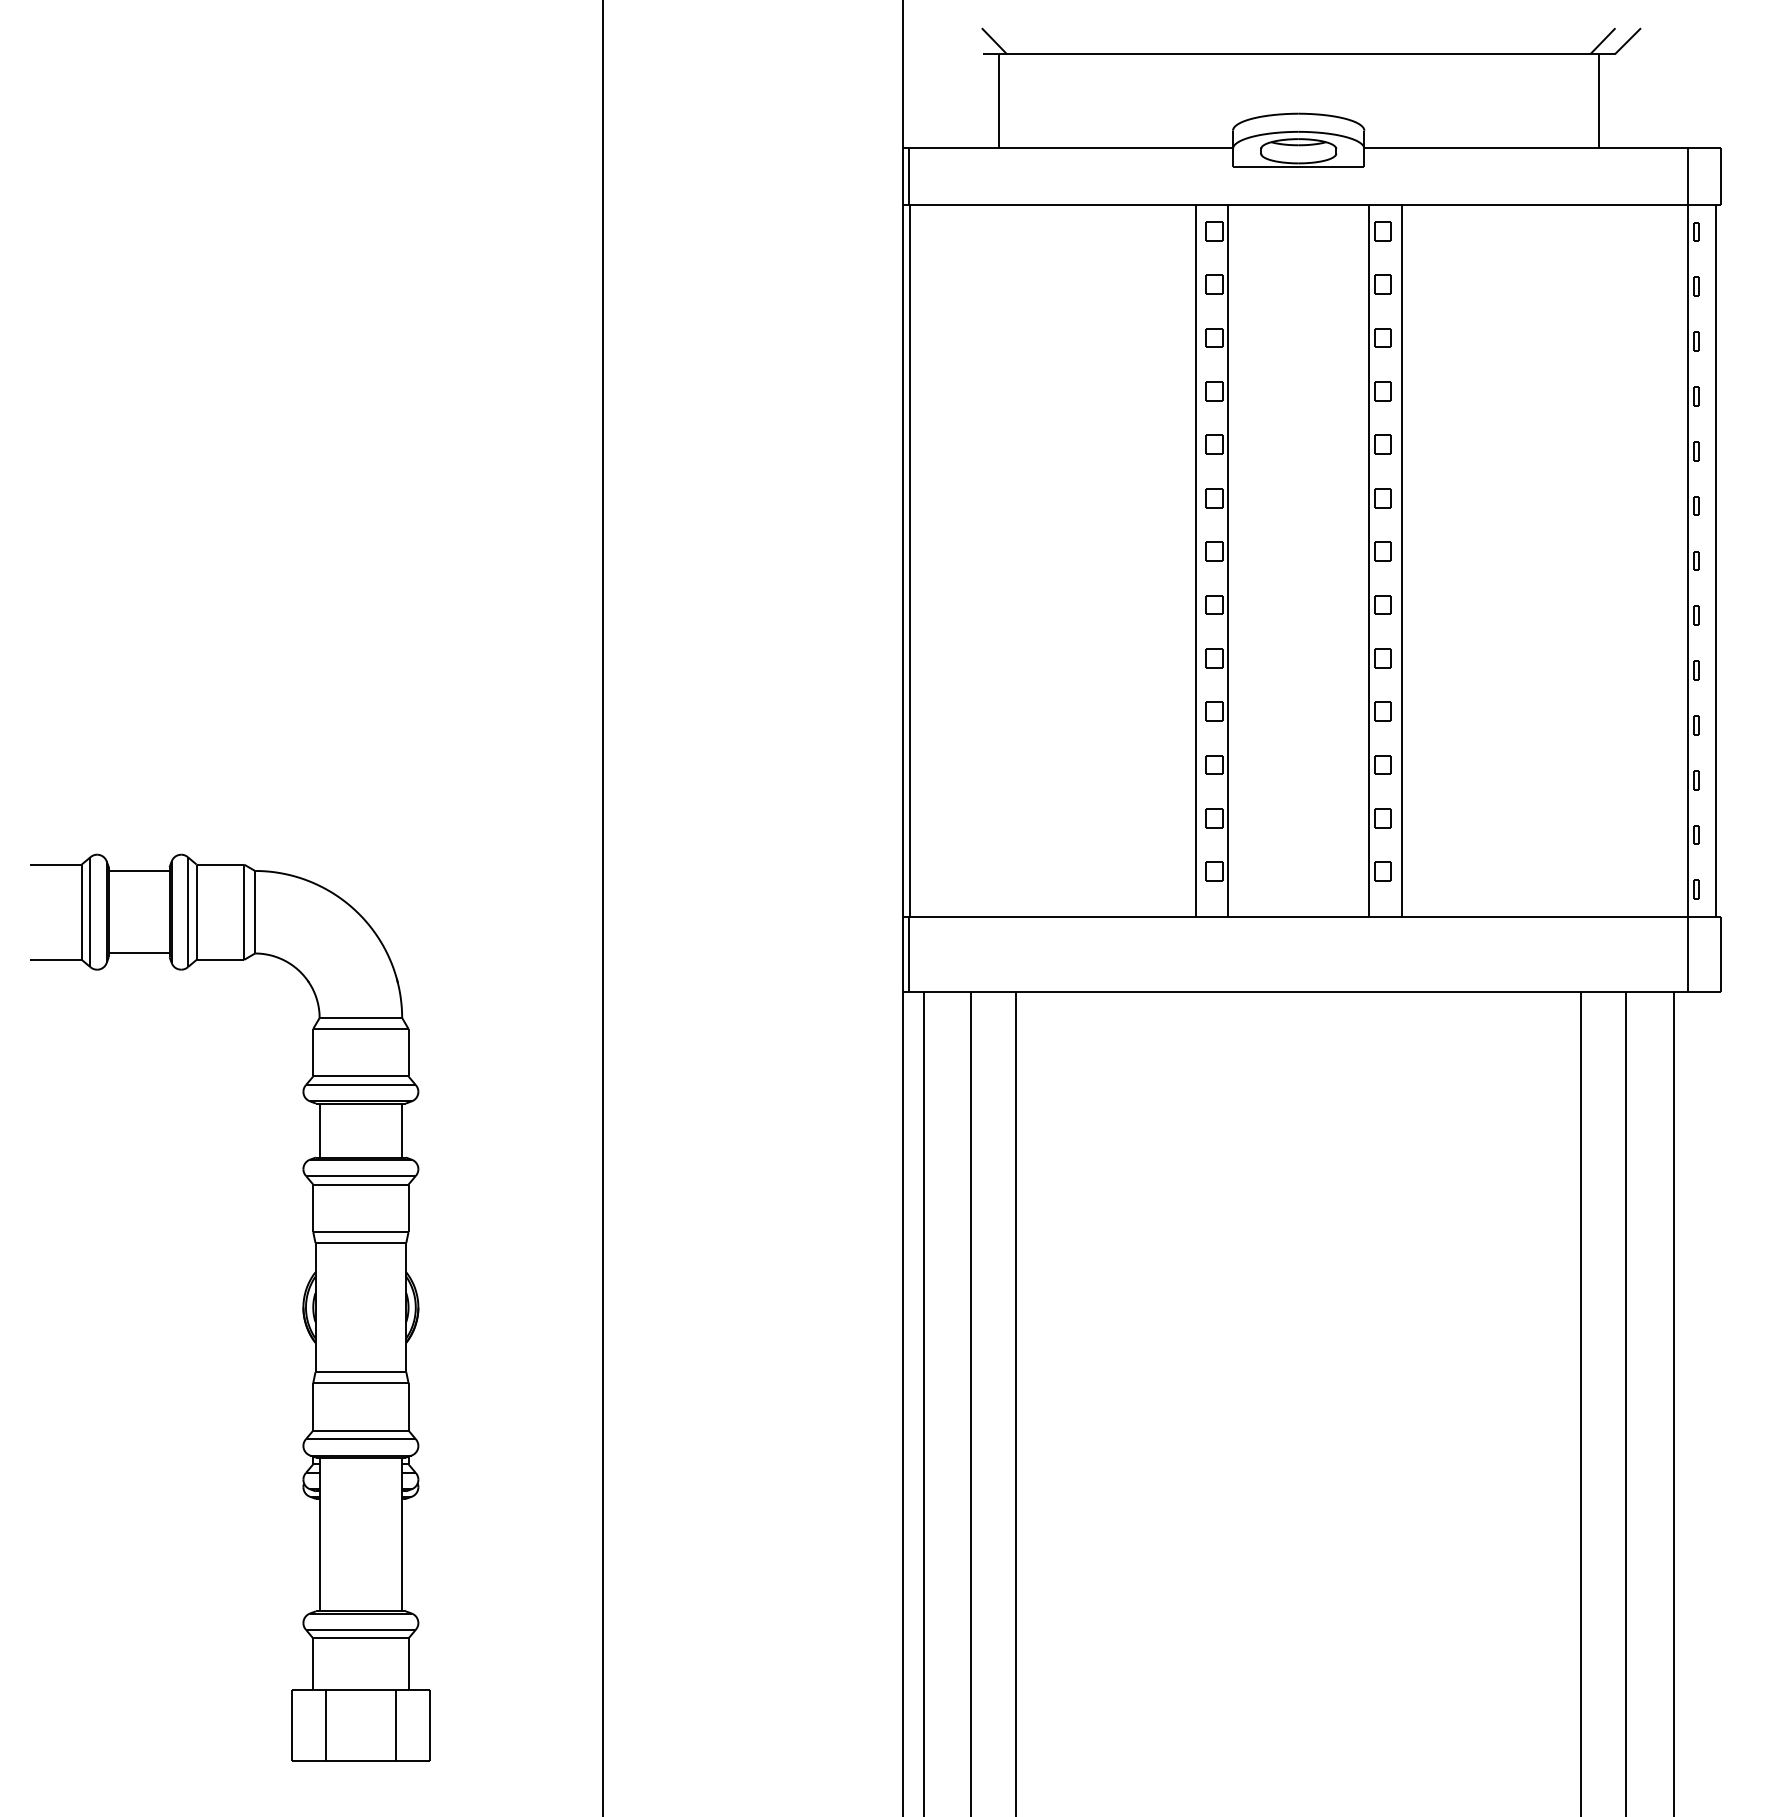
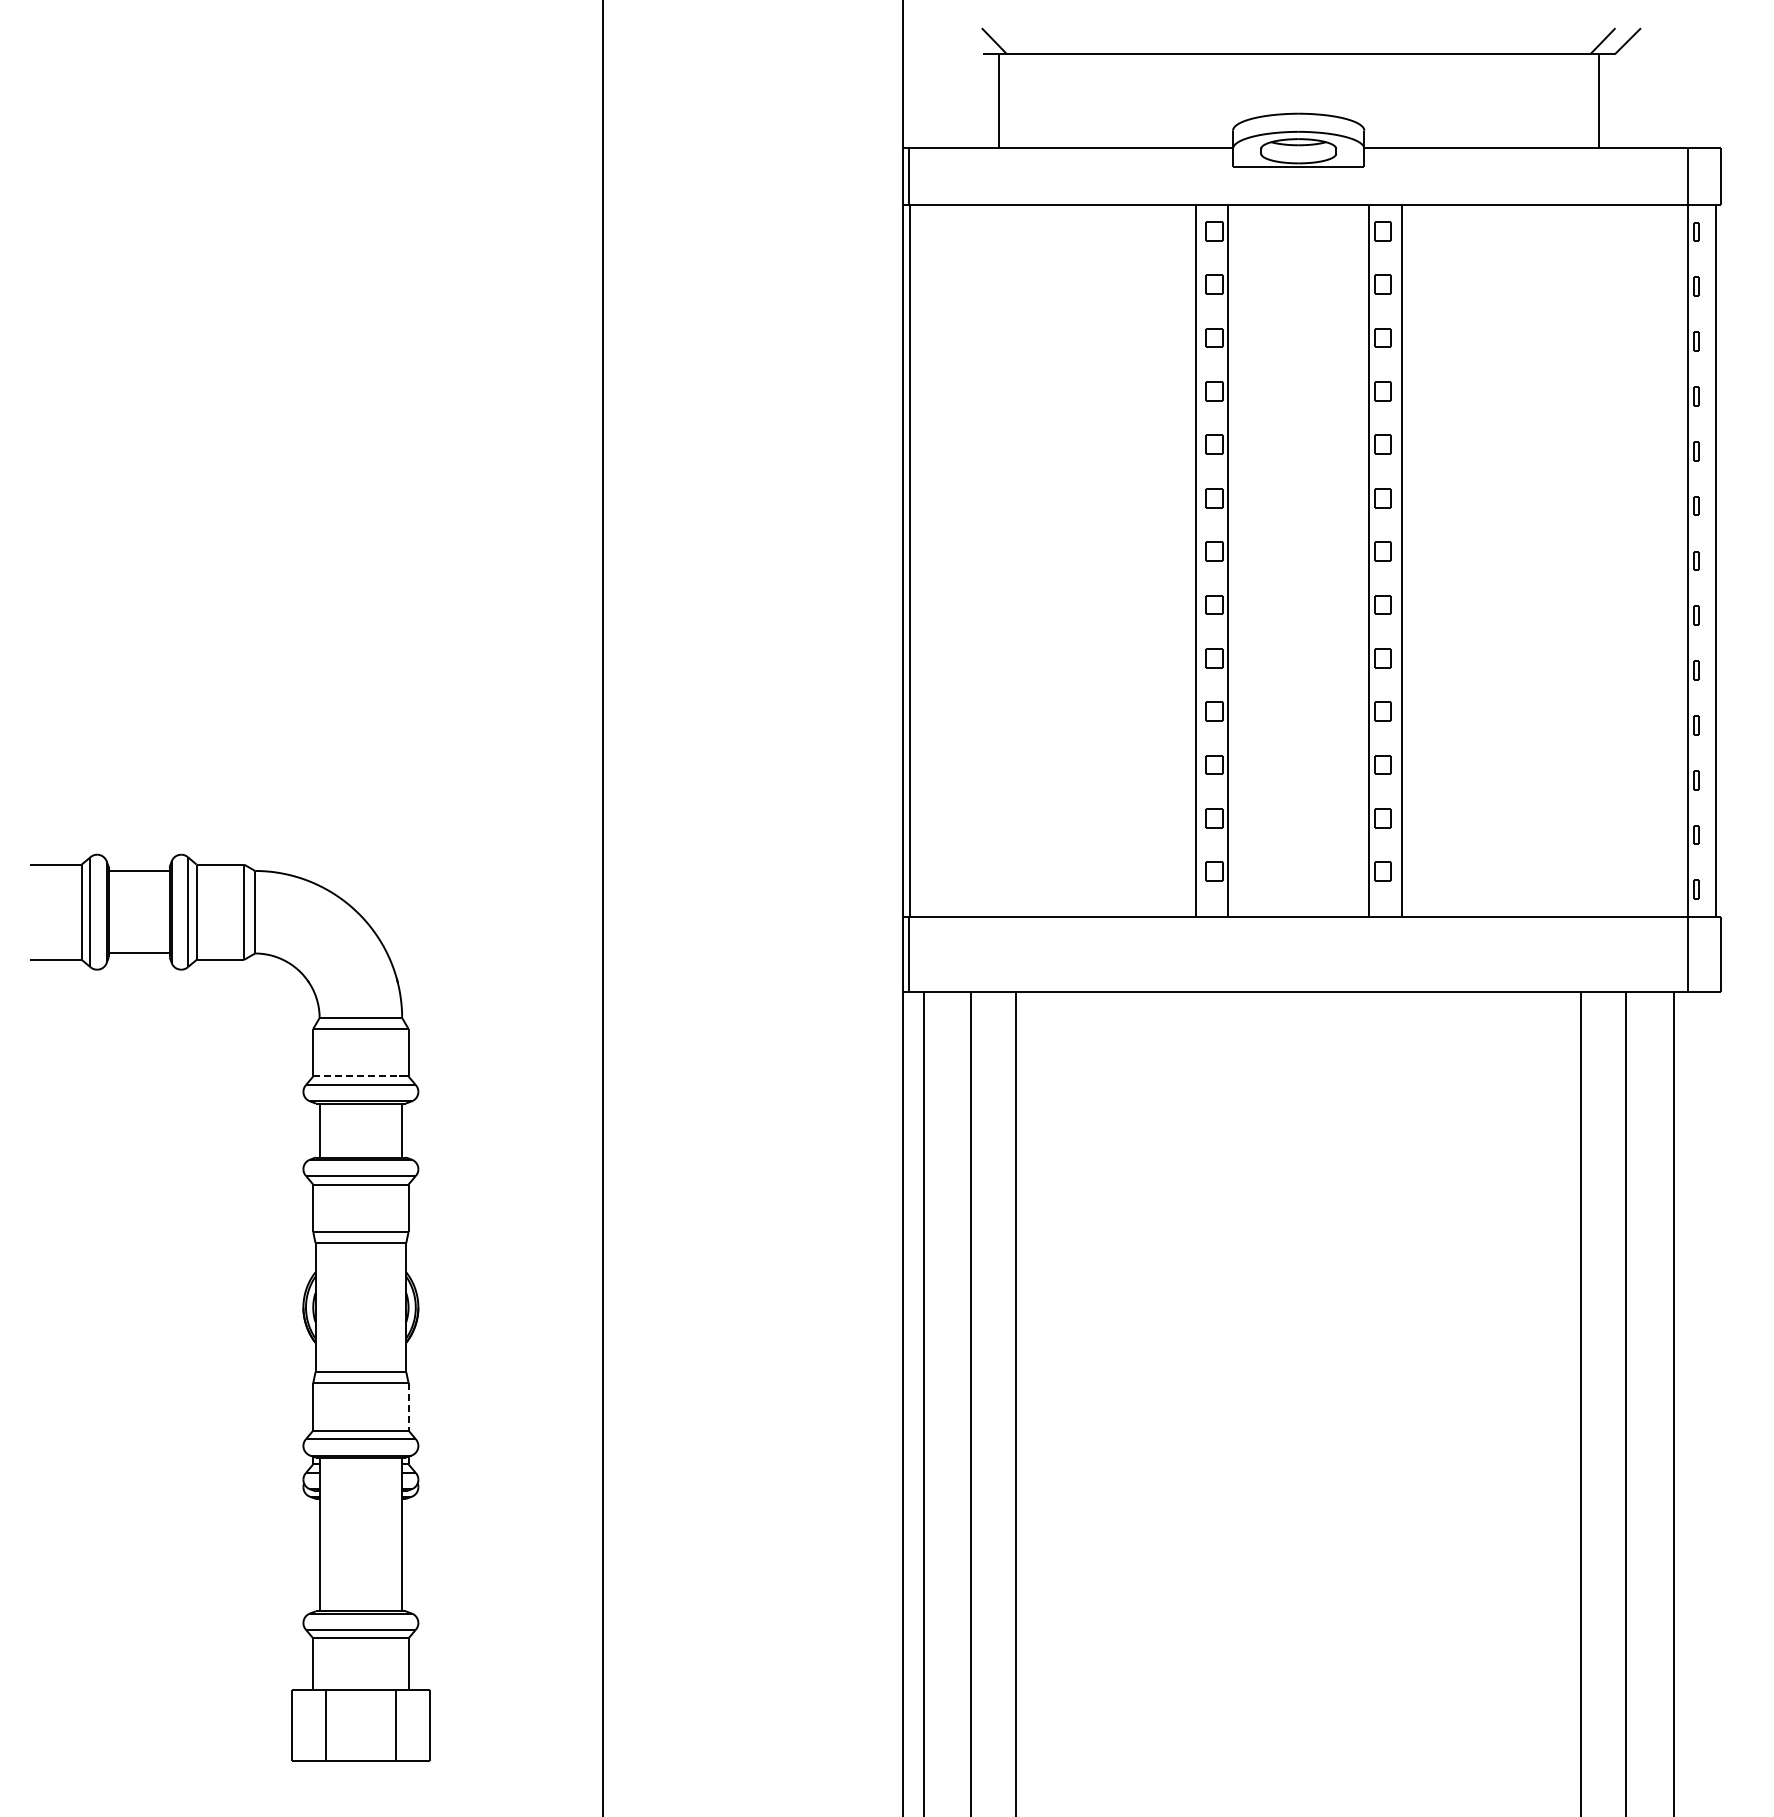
line at (356, 1076): solid -> dashed
line at (408, 1406): solid -> dashed
